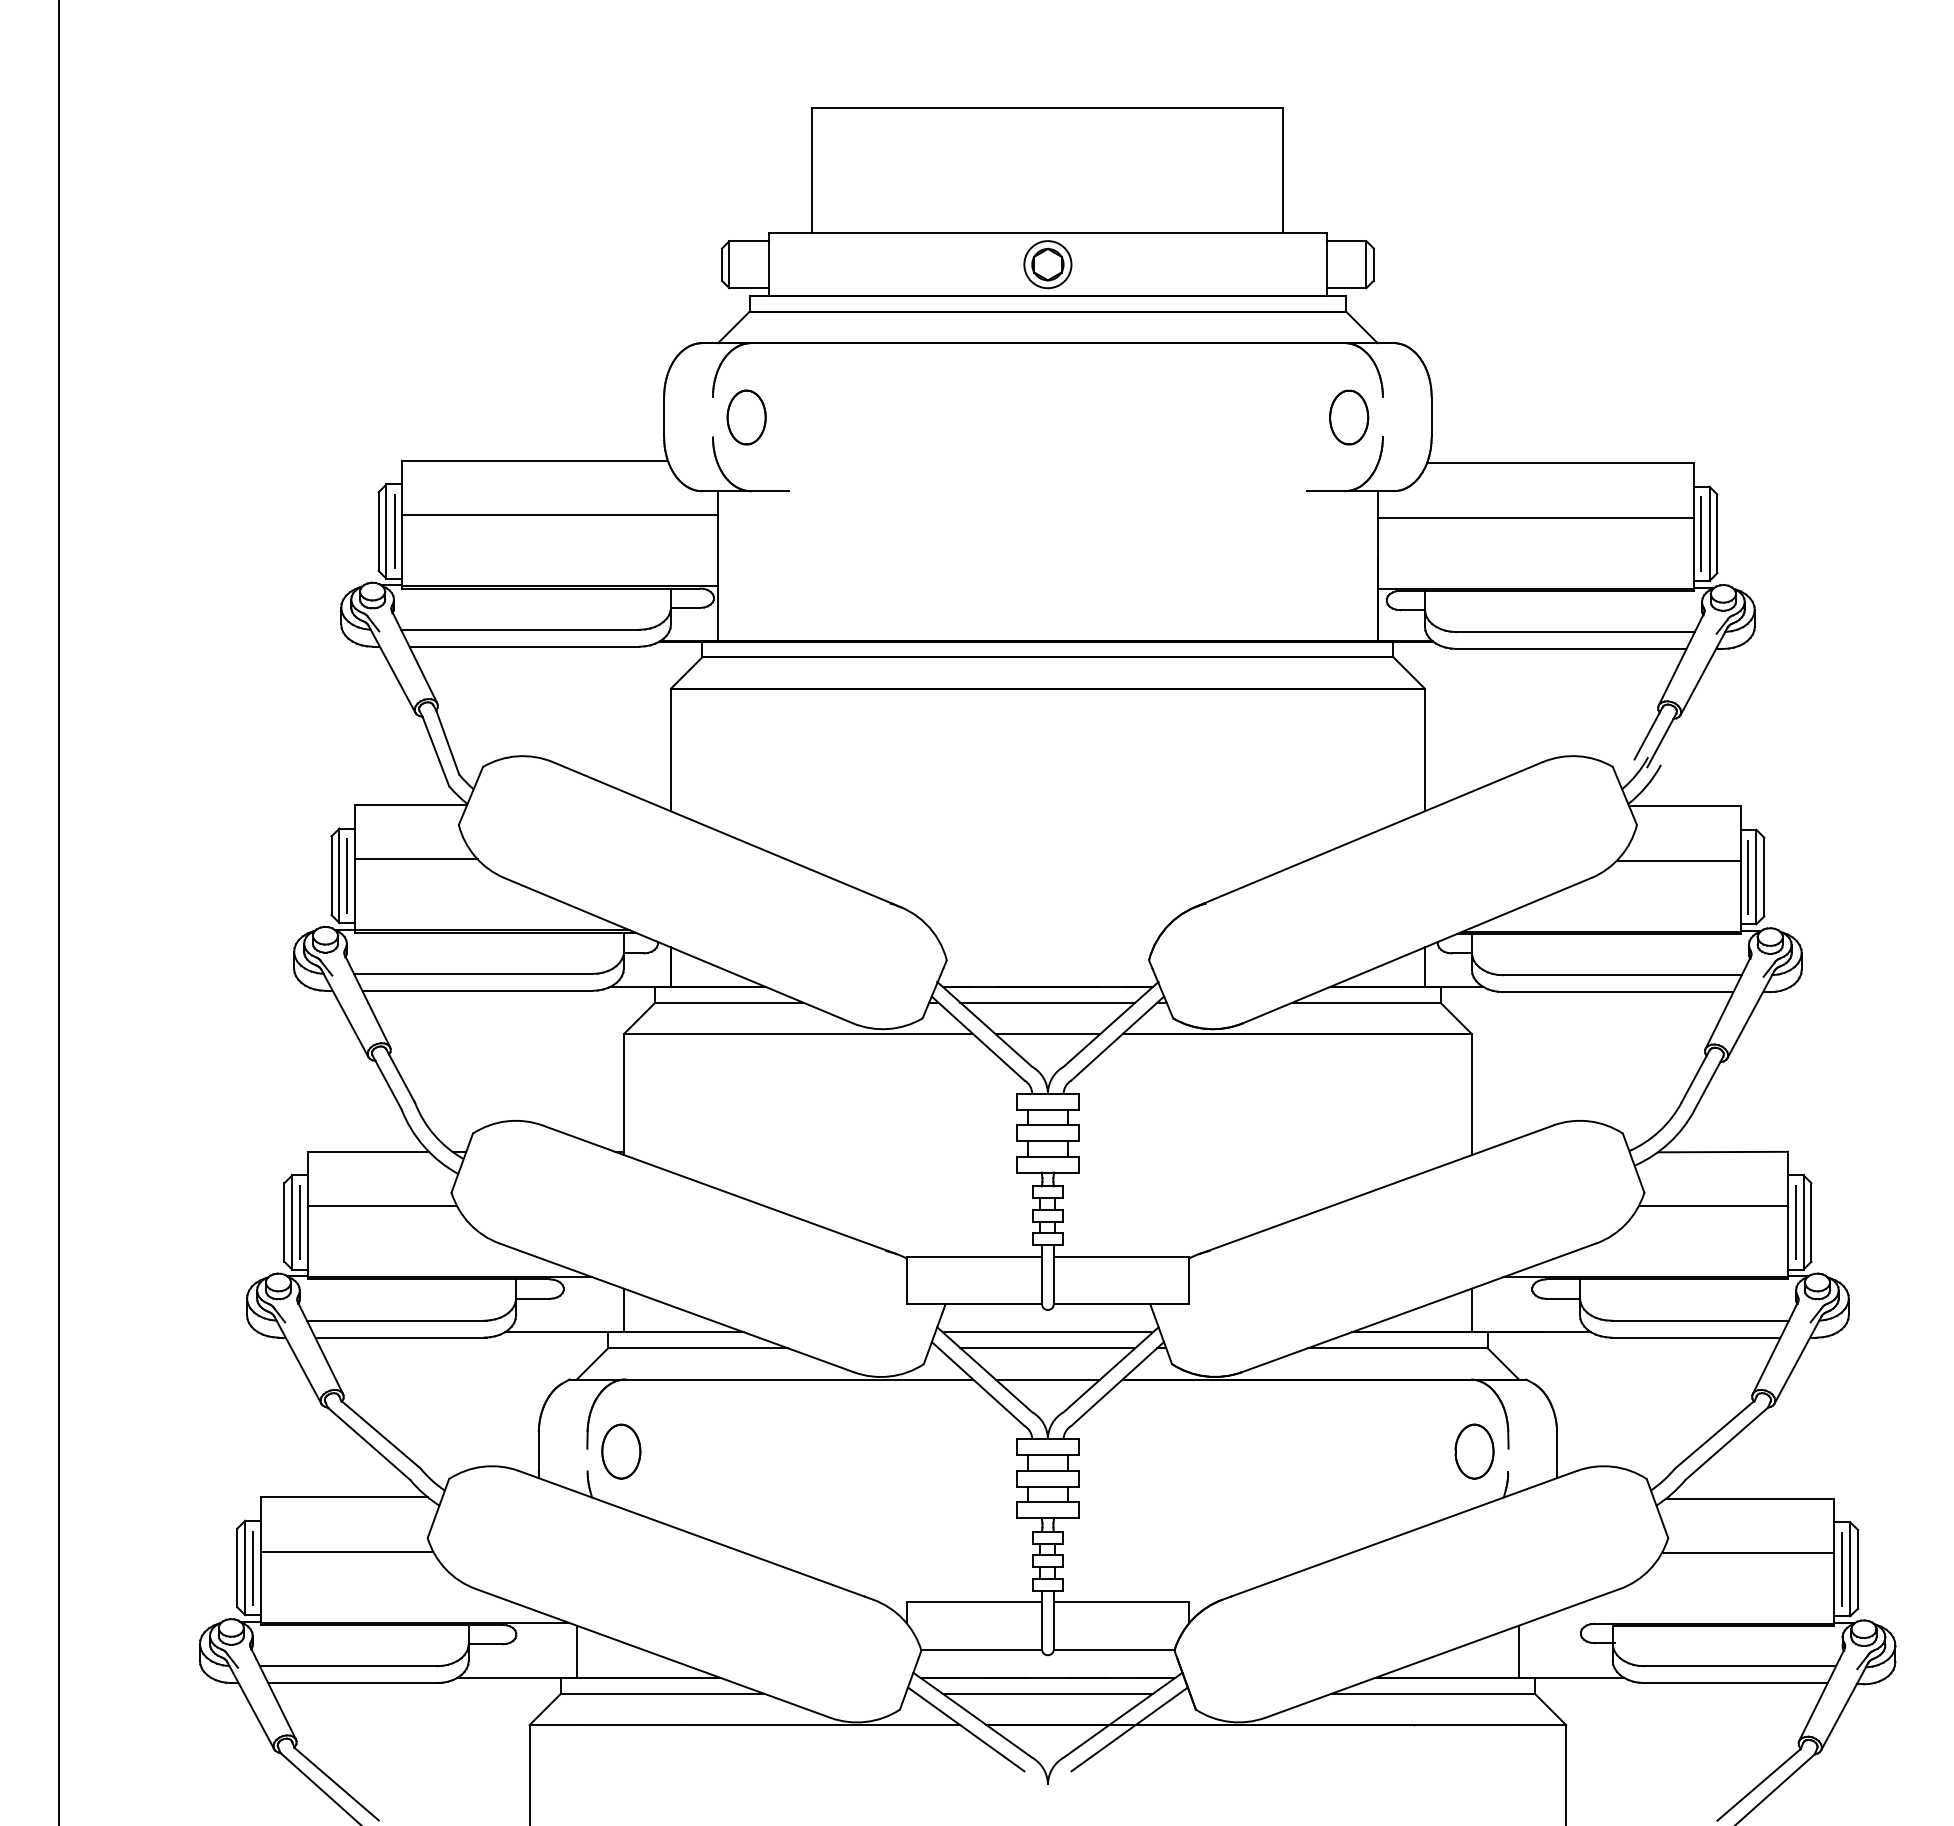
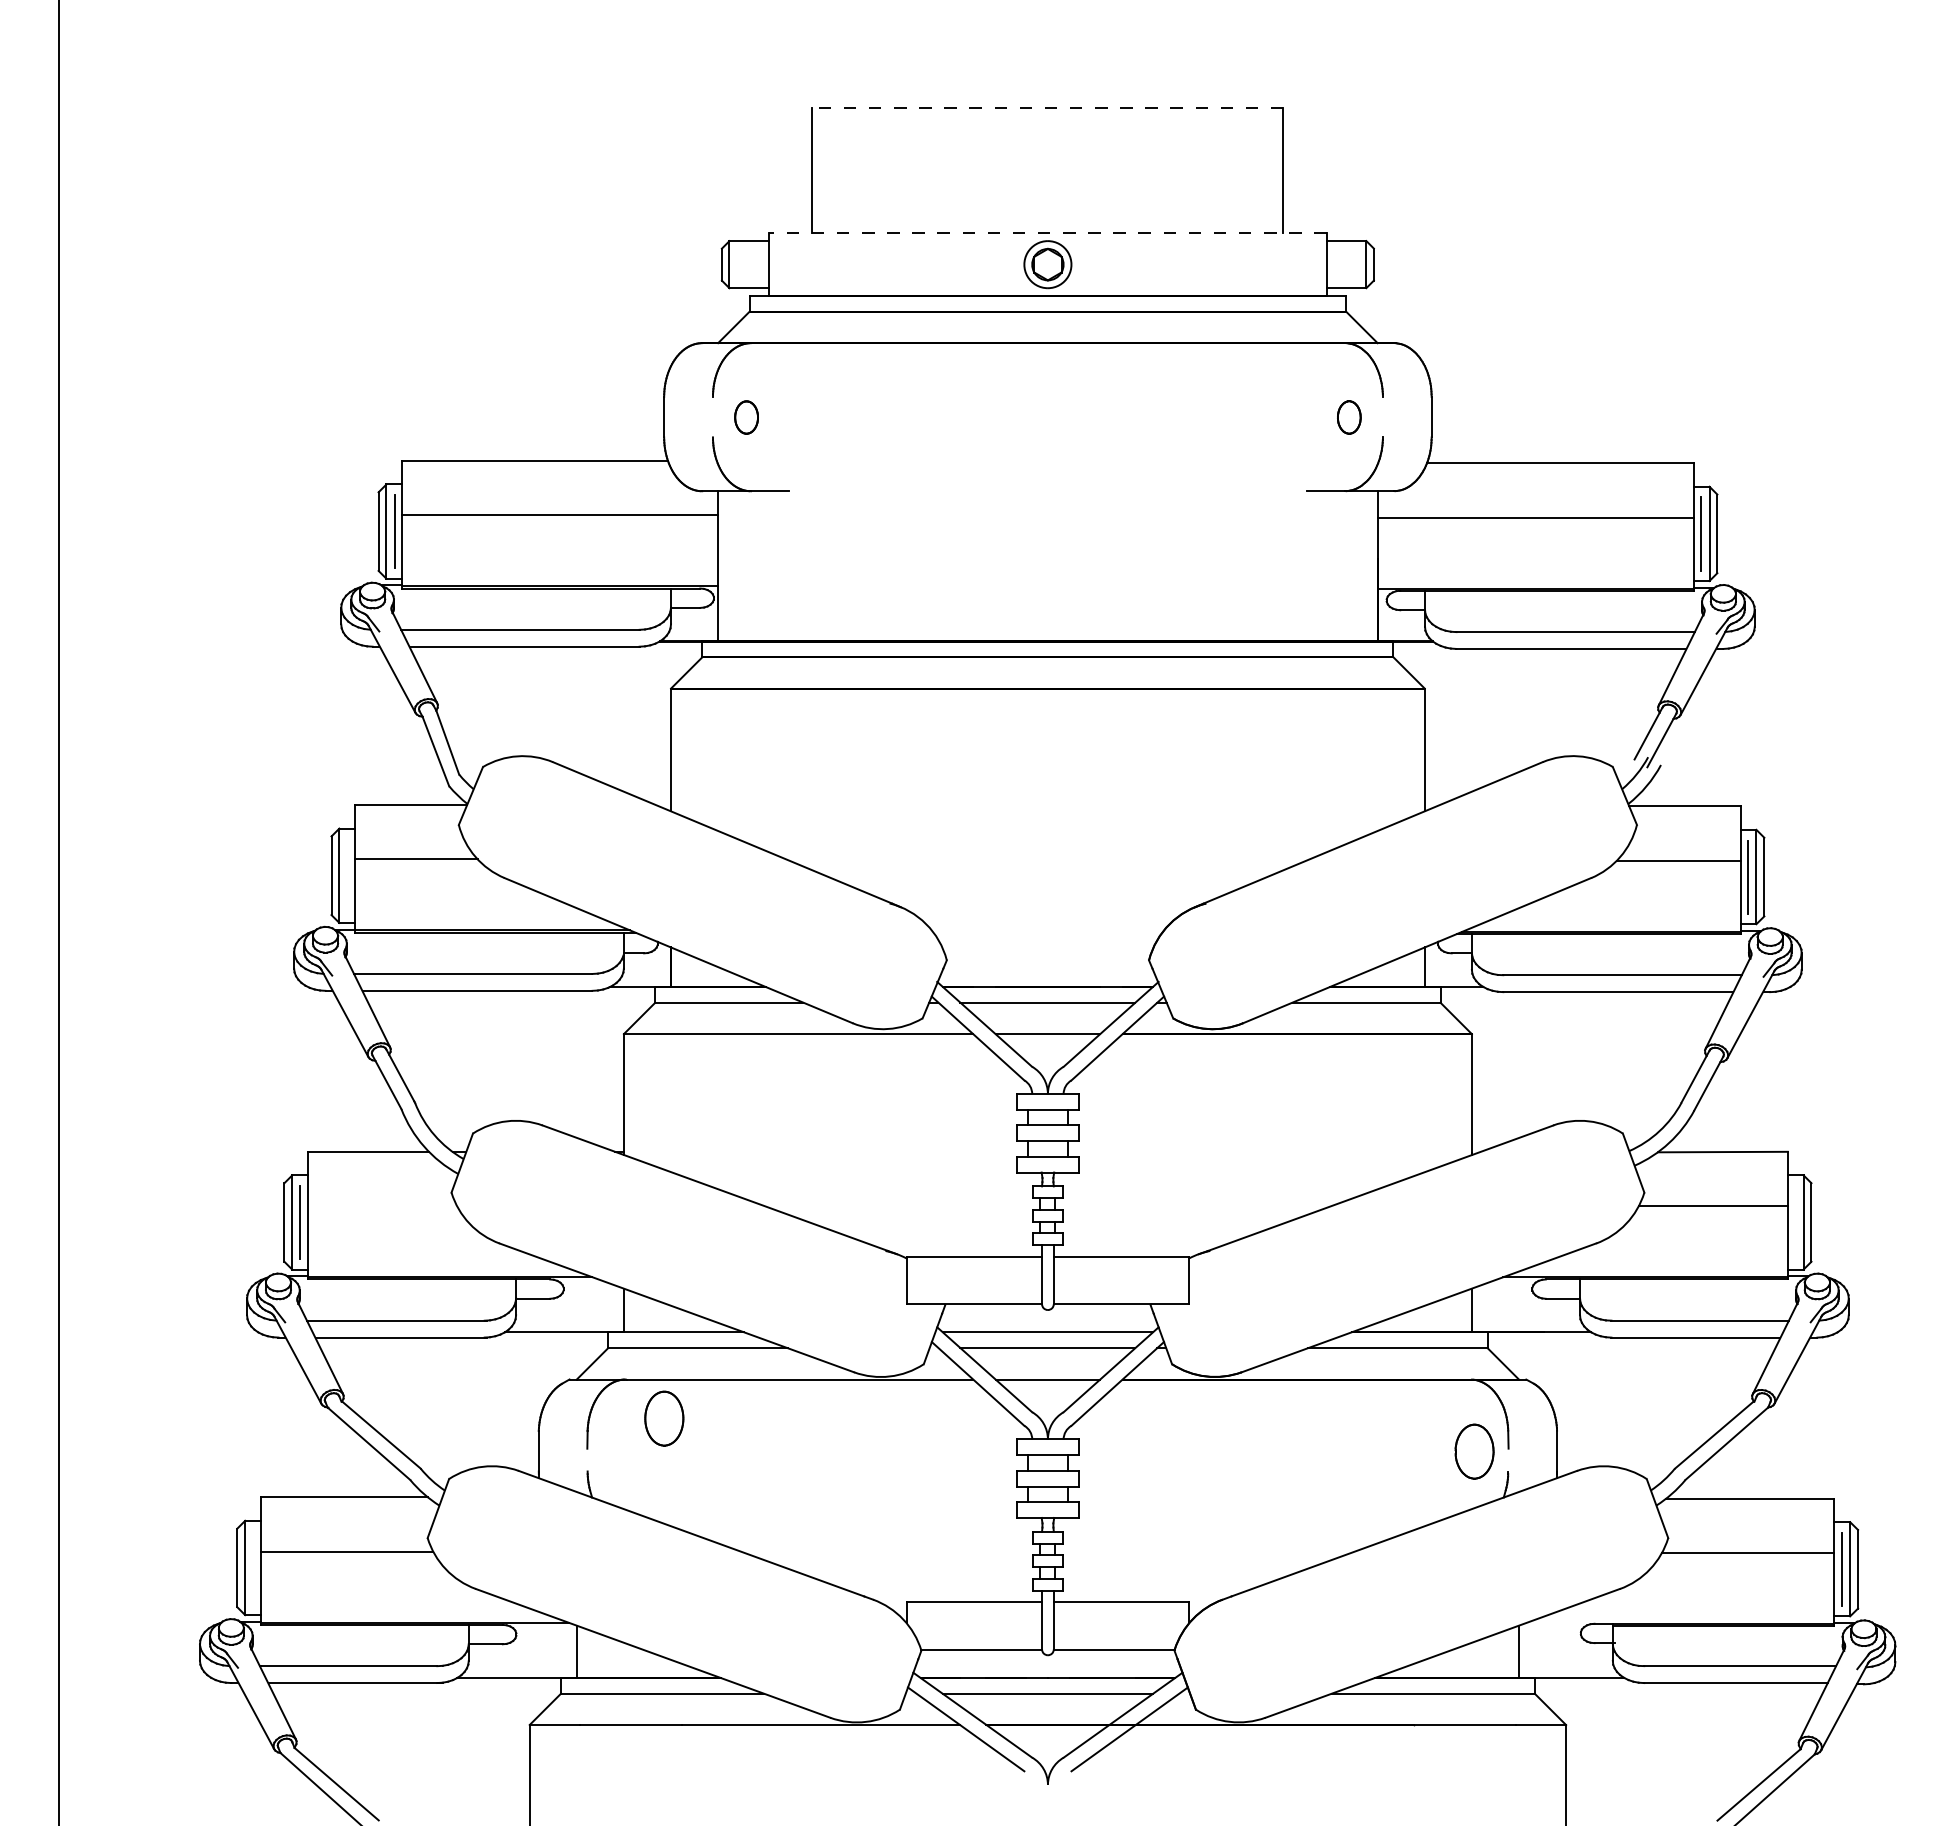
line at (1047, 107): solid -> dashed
line at (1047, 233): solid -> dashed
part at (746, 417) size: 41x57 px -> 25x35 px
part at (1349, 417) size: 41x57 px -> 25x35 px
line at (347, 875): present -> none
line at (382, 1206): present -> none
line at (1795, 1222): present -> none
part at (621, 1451) position: (621, 1451) -> (664, 1418)
line at (253, 1567): present -> none
